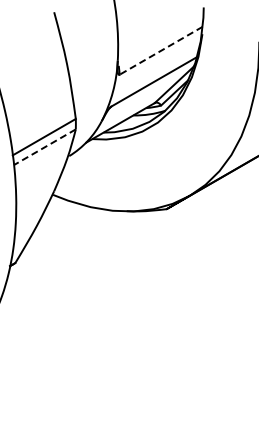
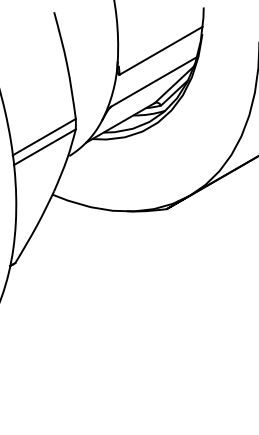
line at (161, 50): dashed -> solid
line at (44, 147): dashed -> solid
